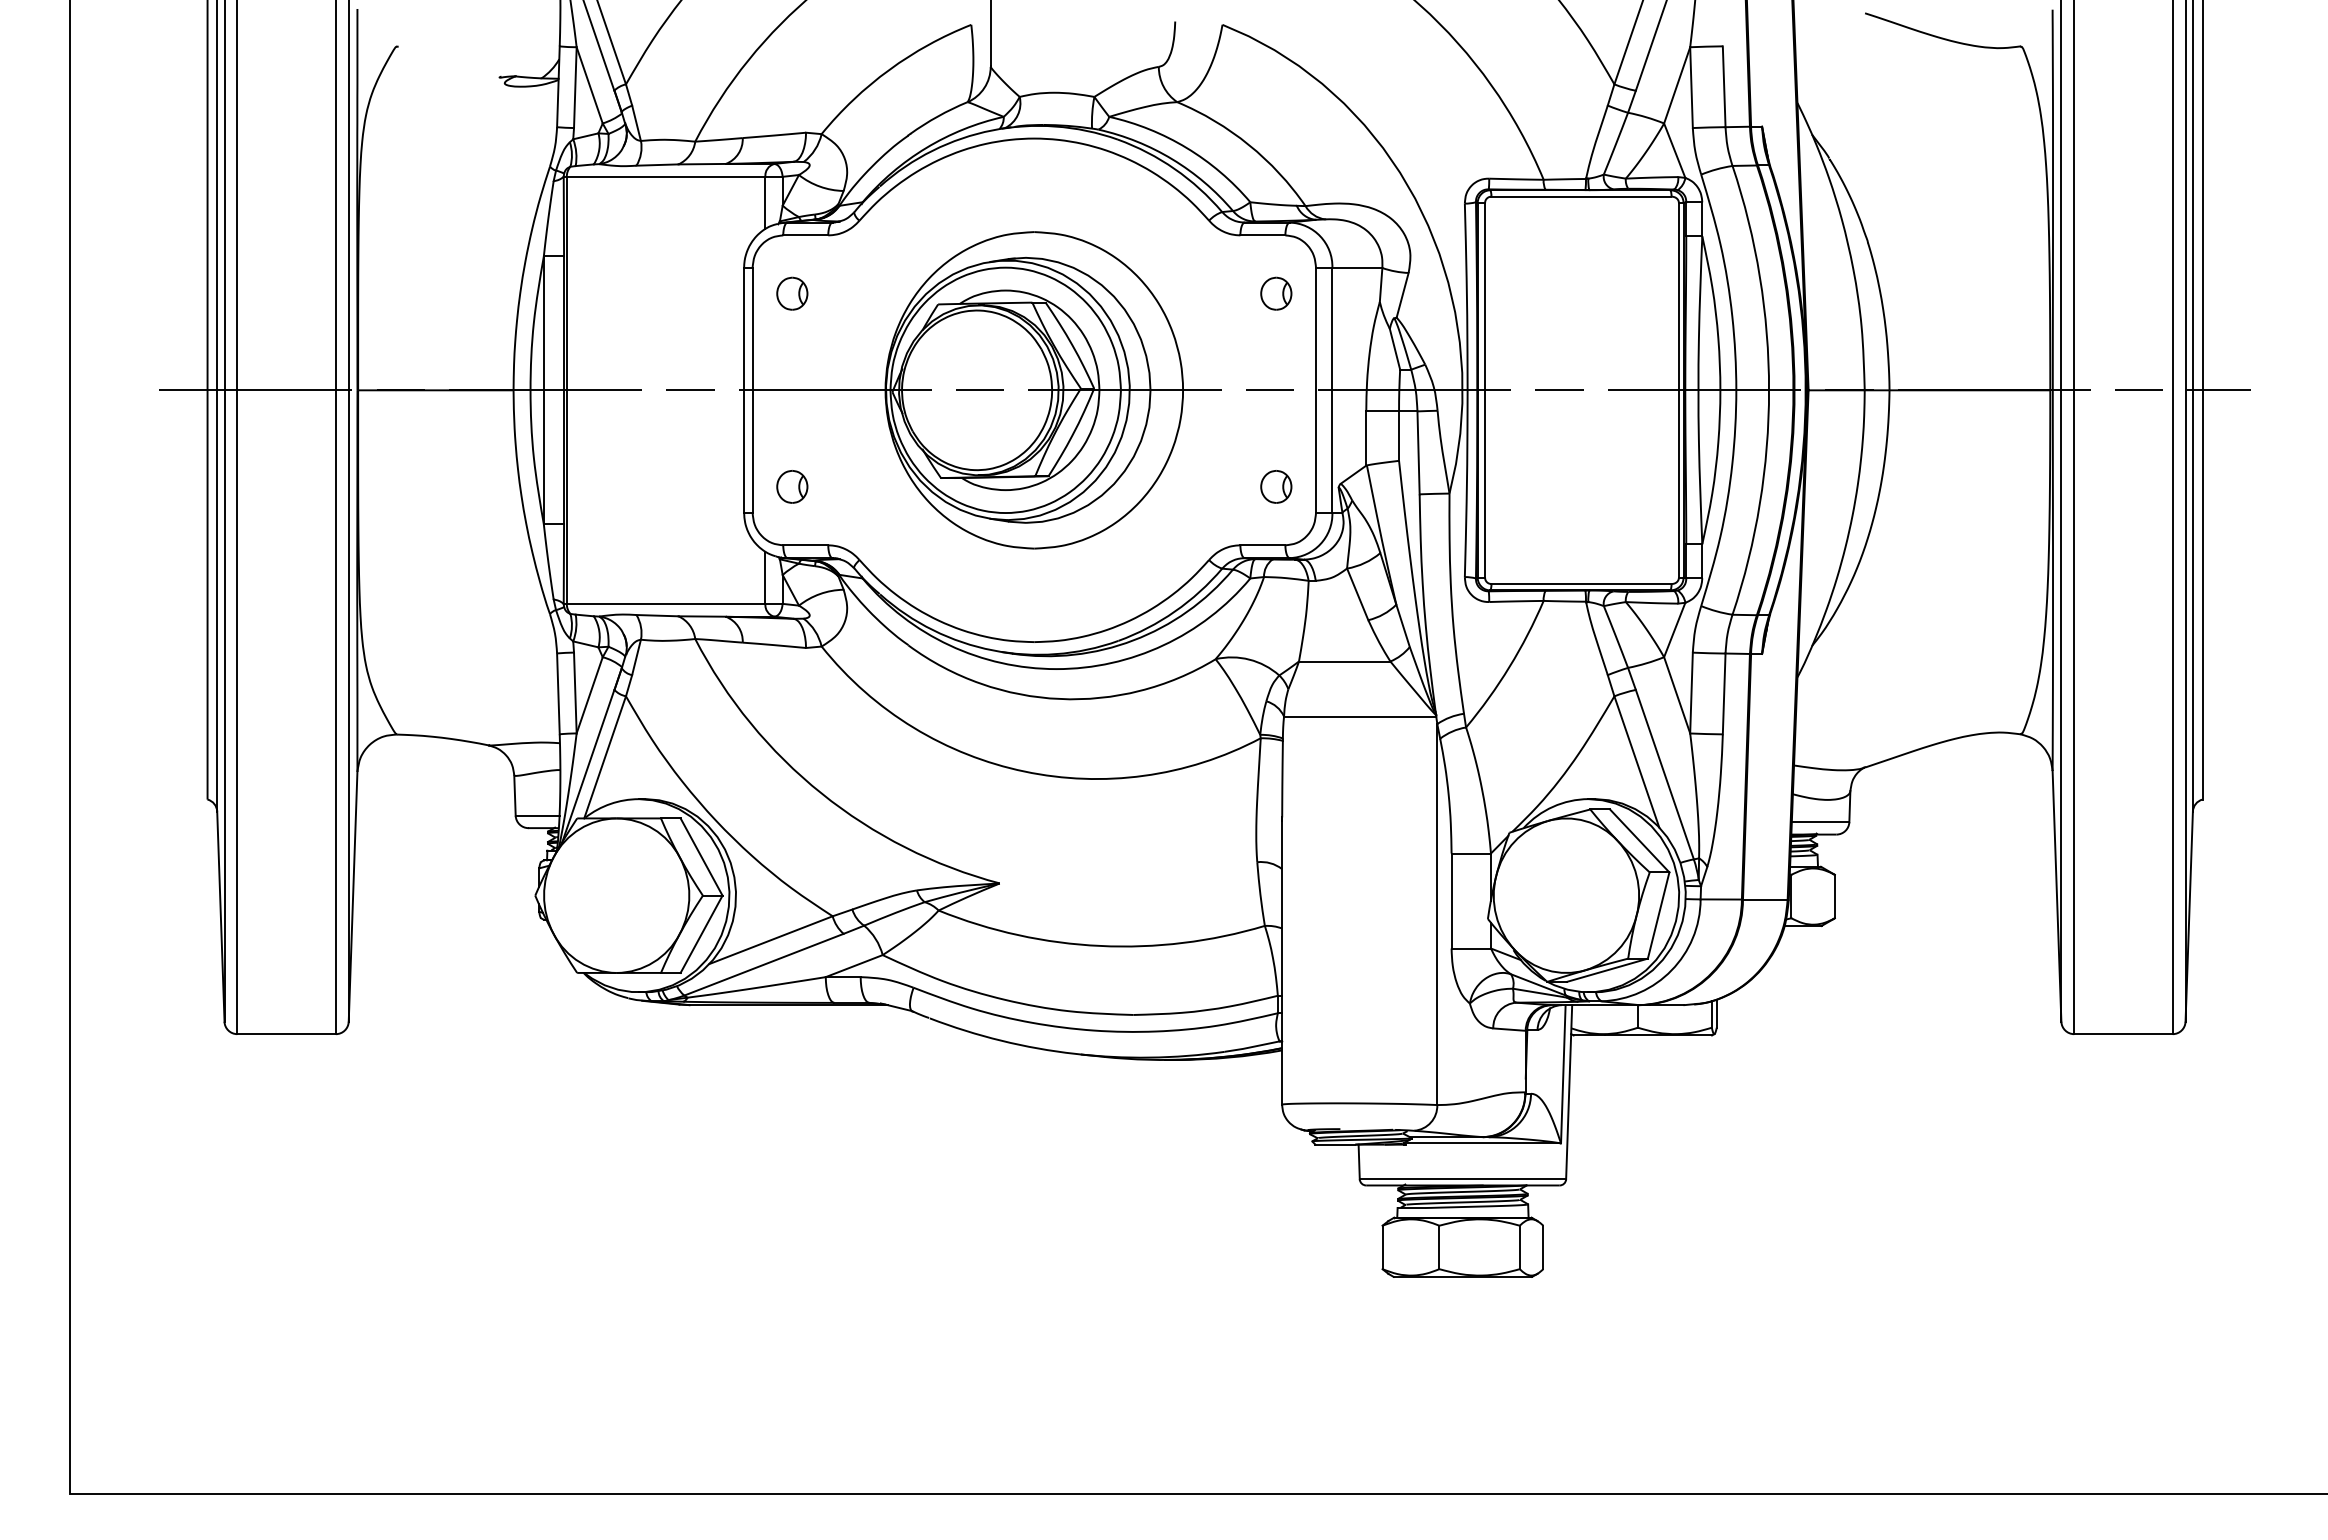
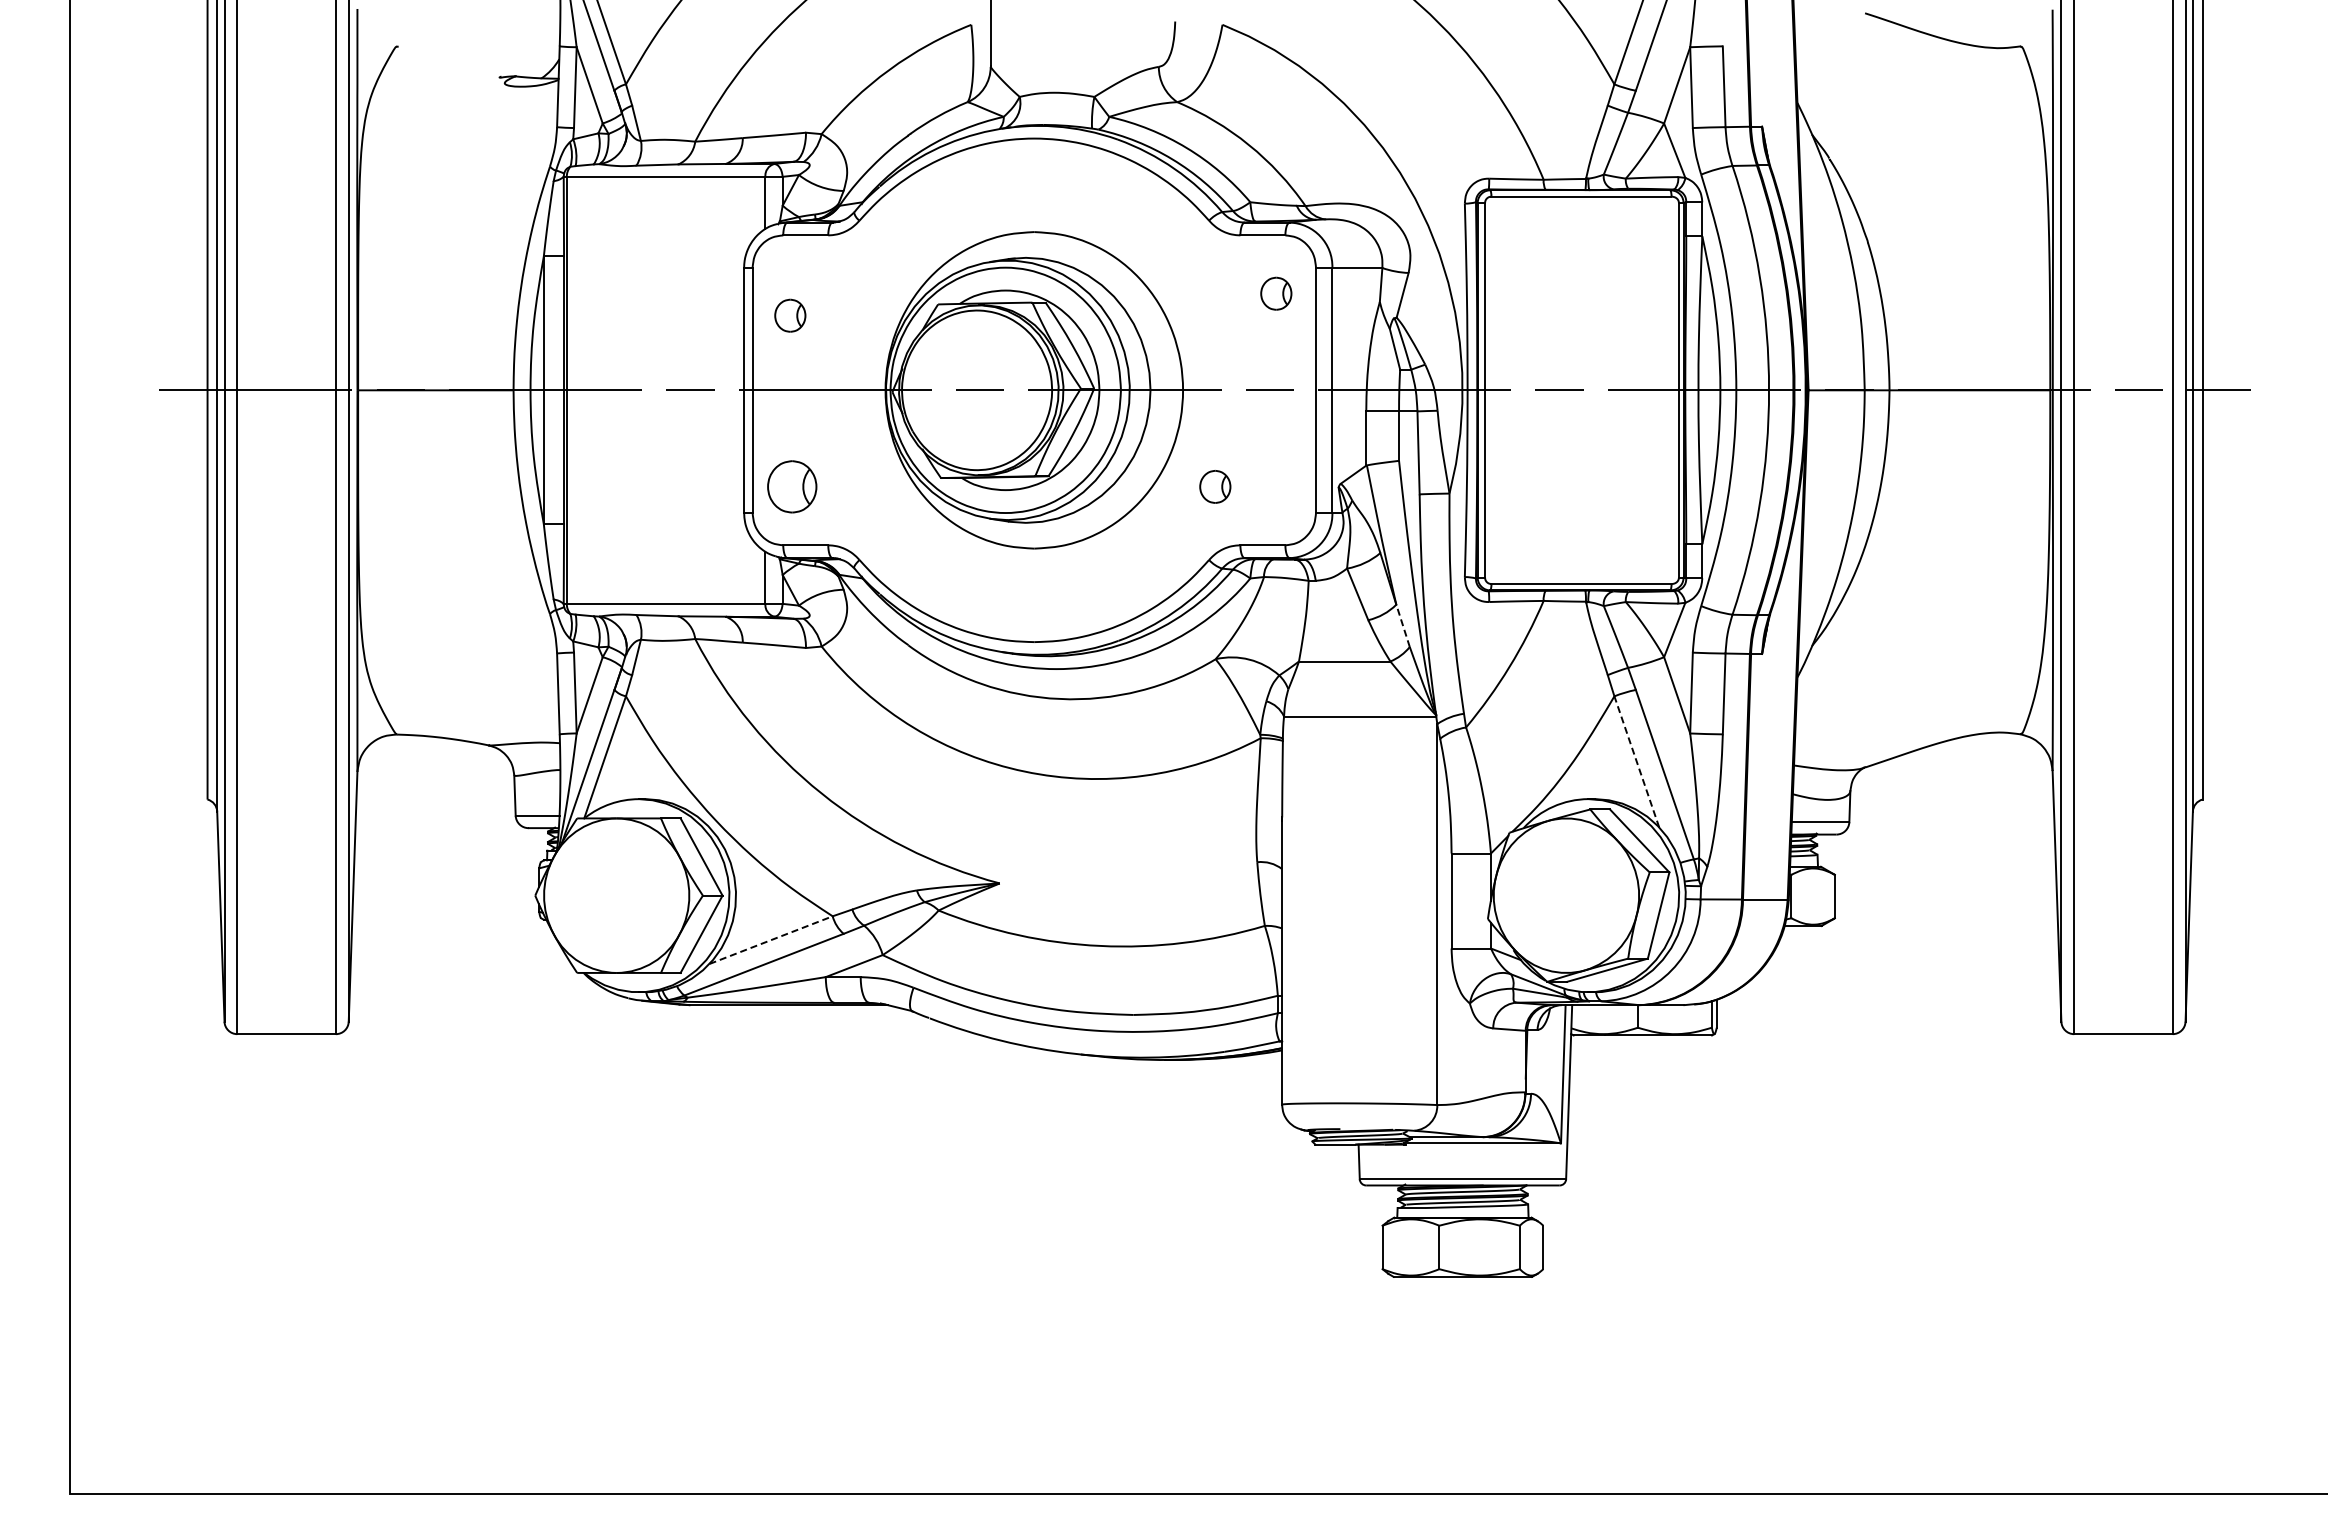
part at (792, 293) position: (792, 293) -> (790, 315)
part at (792, 486) size: 33x34 px -> 51x54 px
part at (1276, 486) position: (1276, 486) -> (1215, 486)
line at (1402, 625): solid -> dashed
line at (1636, 761): solid -> dashed
line at (771, 939): solid -> dashed
